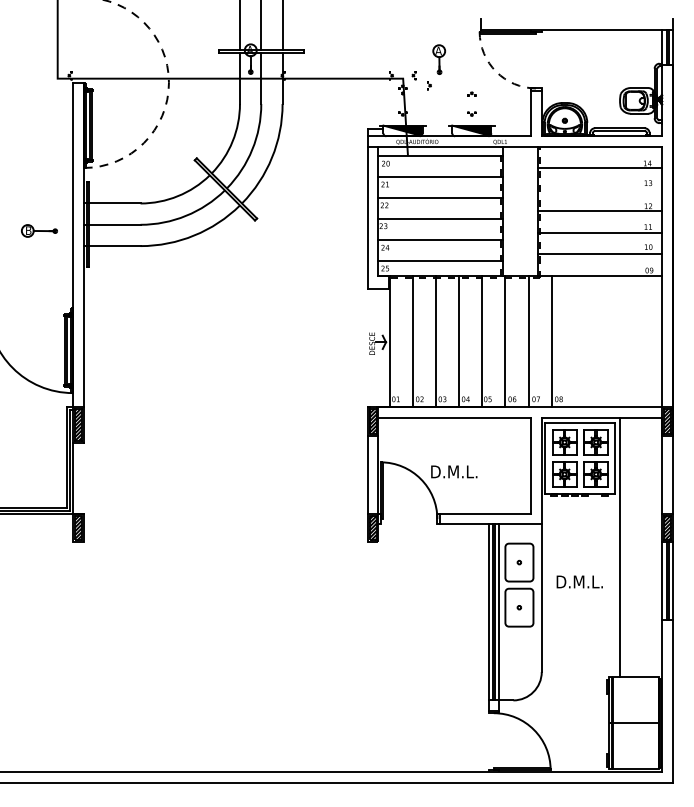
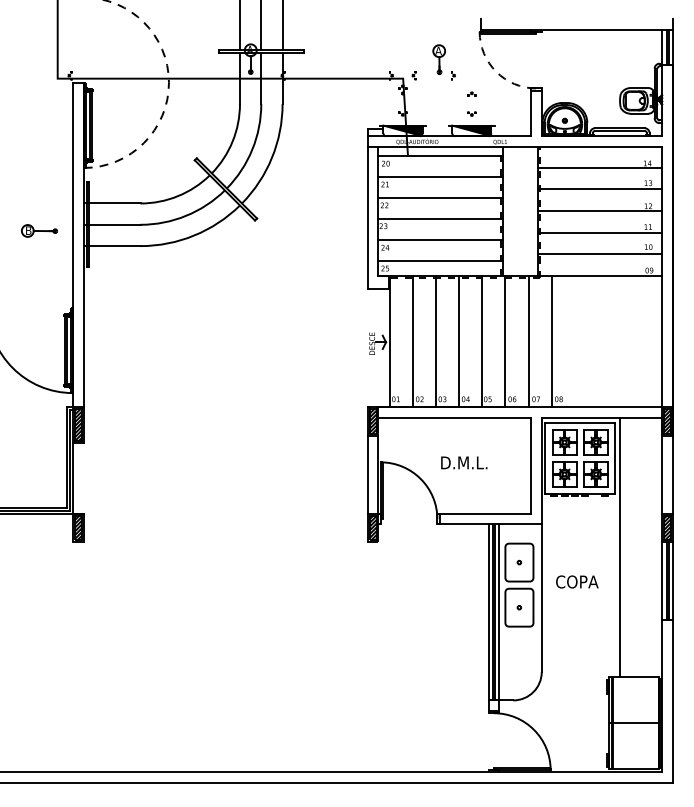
part at (429, 85) position: (429, 85) -> (453, 75)
line at (600, 189): none -> present
text at (454, 471) position: (454, 471) -> (464, 462)
text at (579, 581): D.M.L. -> COPA
